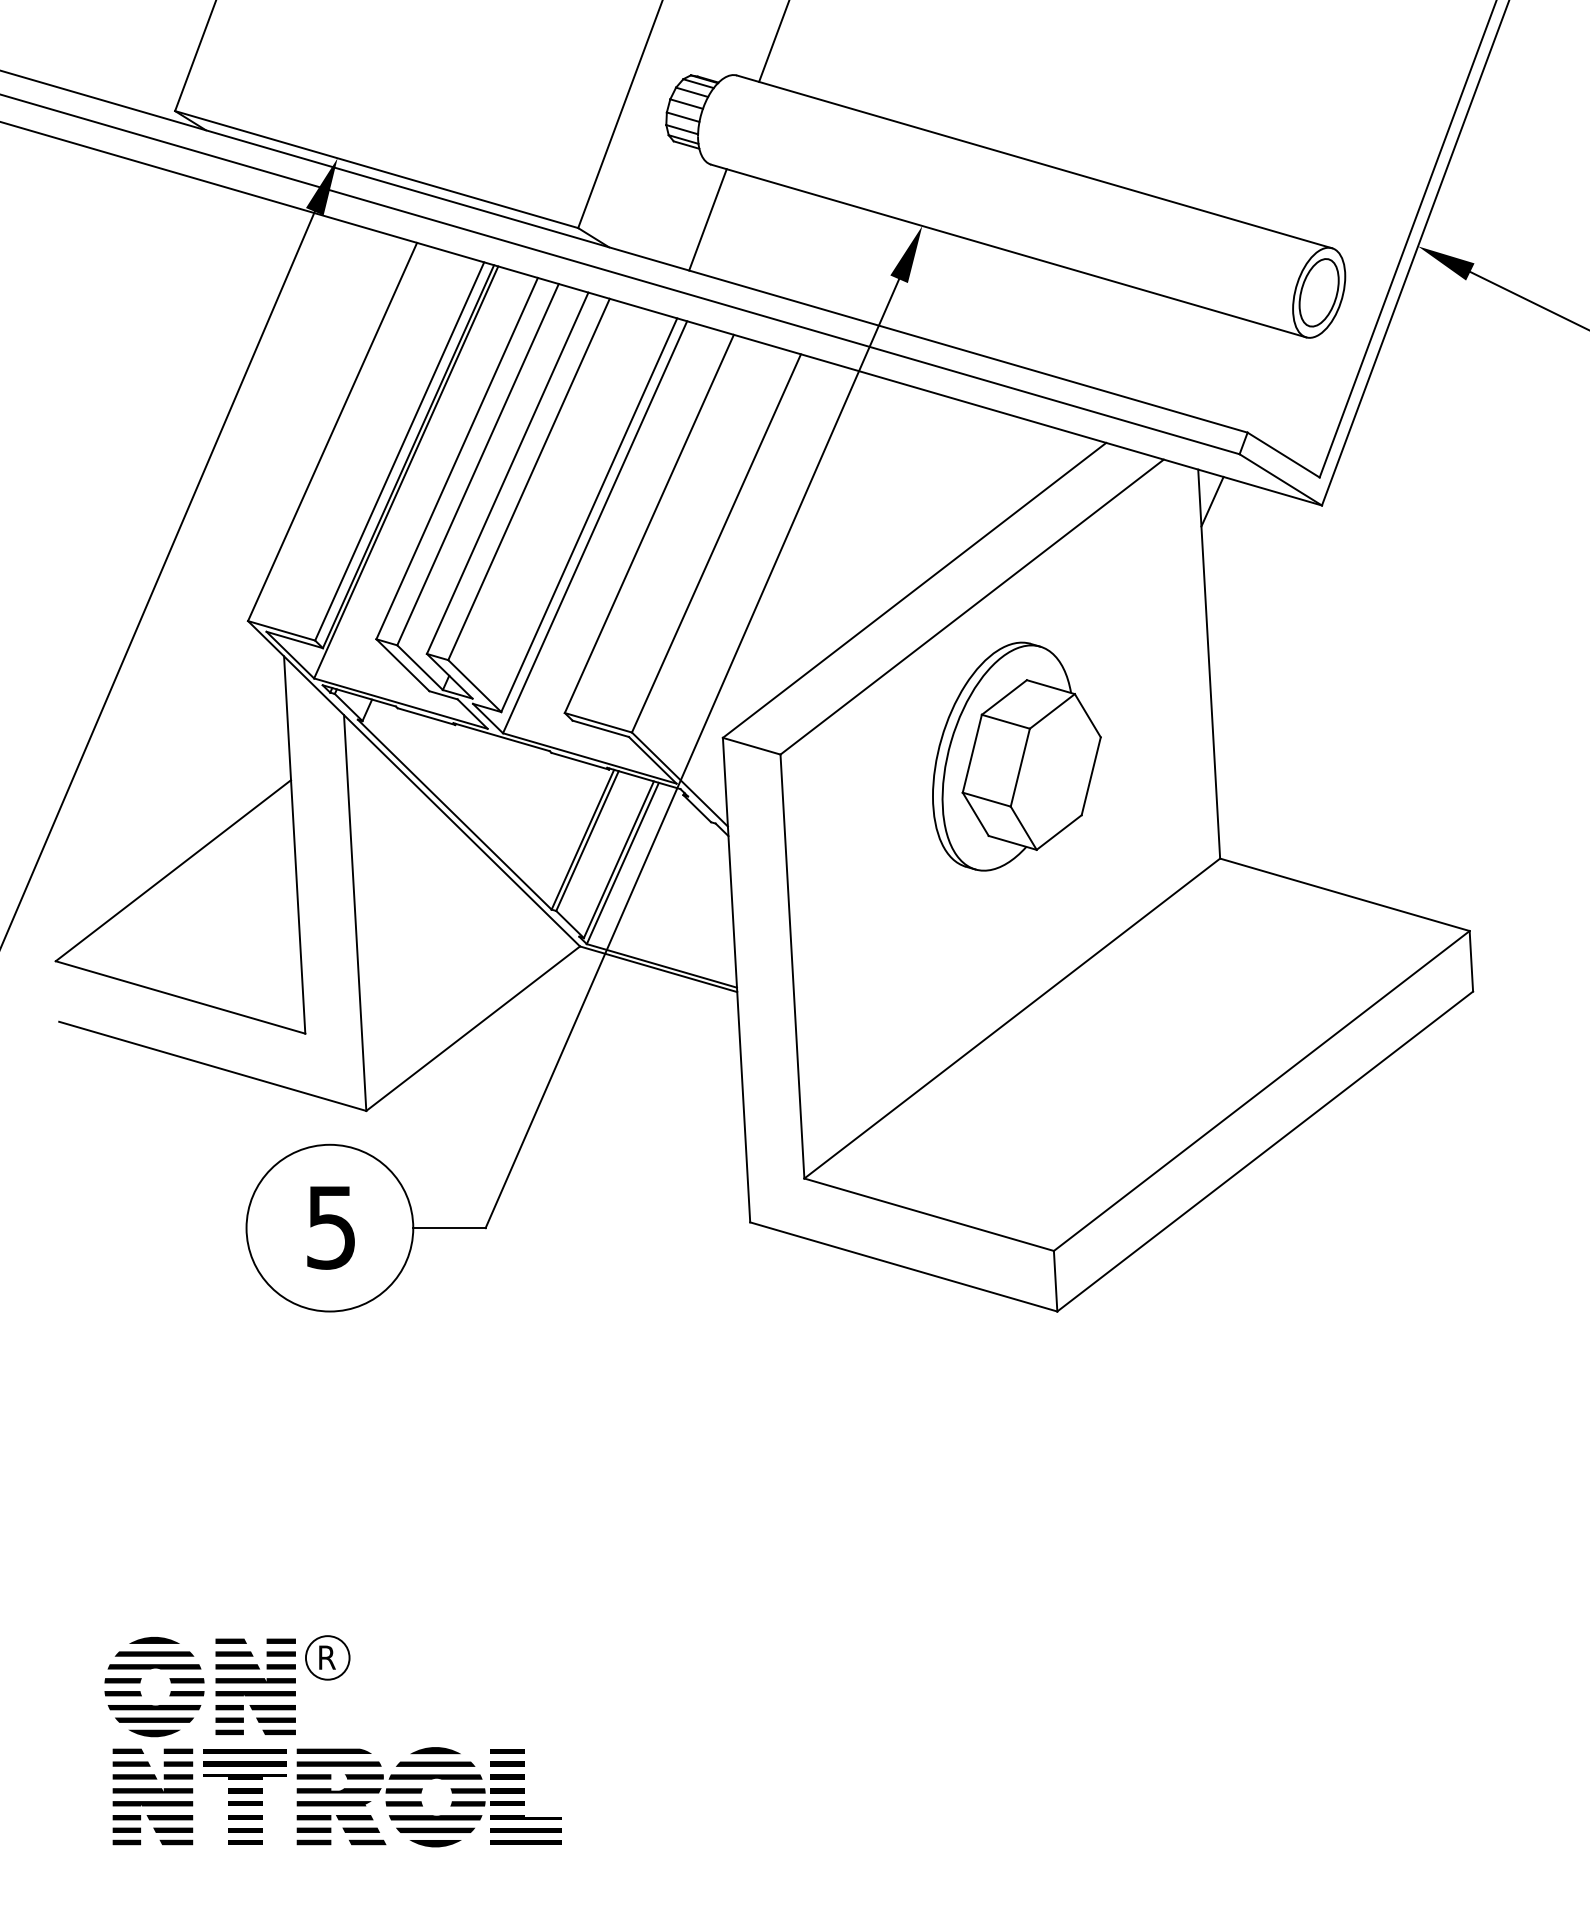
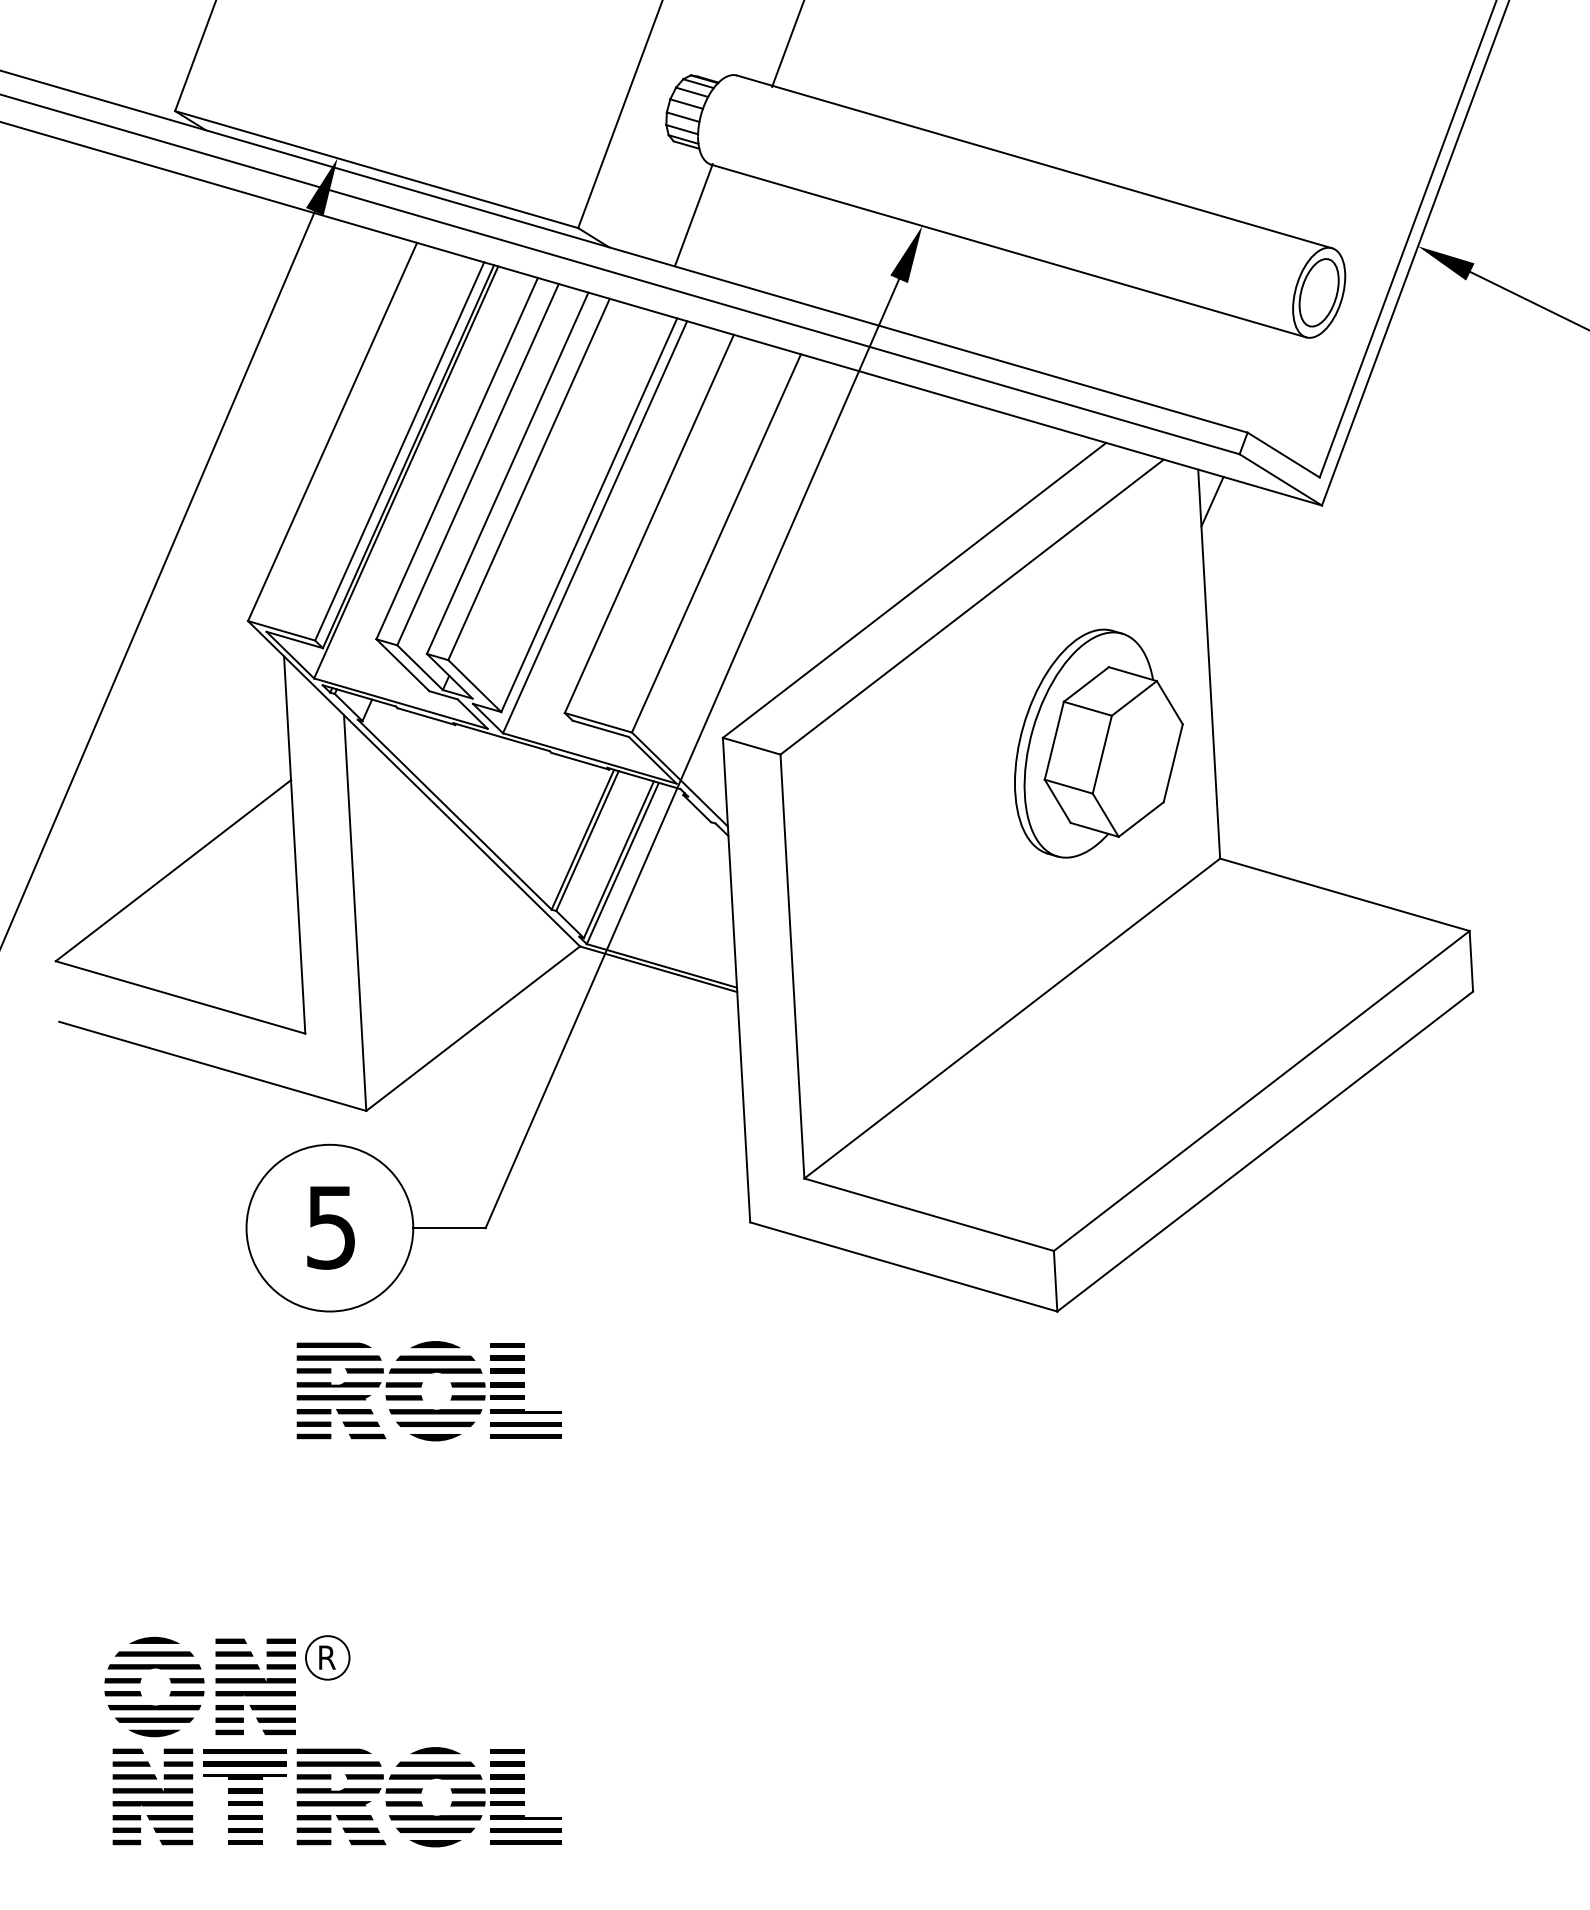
line at (773, 41) position: (773, 41) -> (787, 44)
line at (707, 219) position: (707, 219) -> (693, 214)
part at (1016, 756) position: (1016, 756) -> (1098, 743)
part at (421, 1387): none -> present
